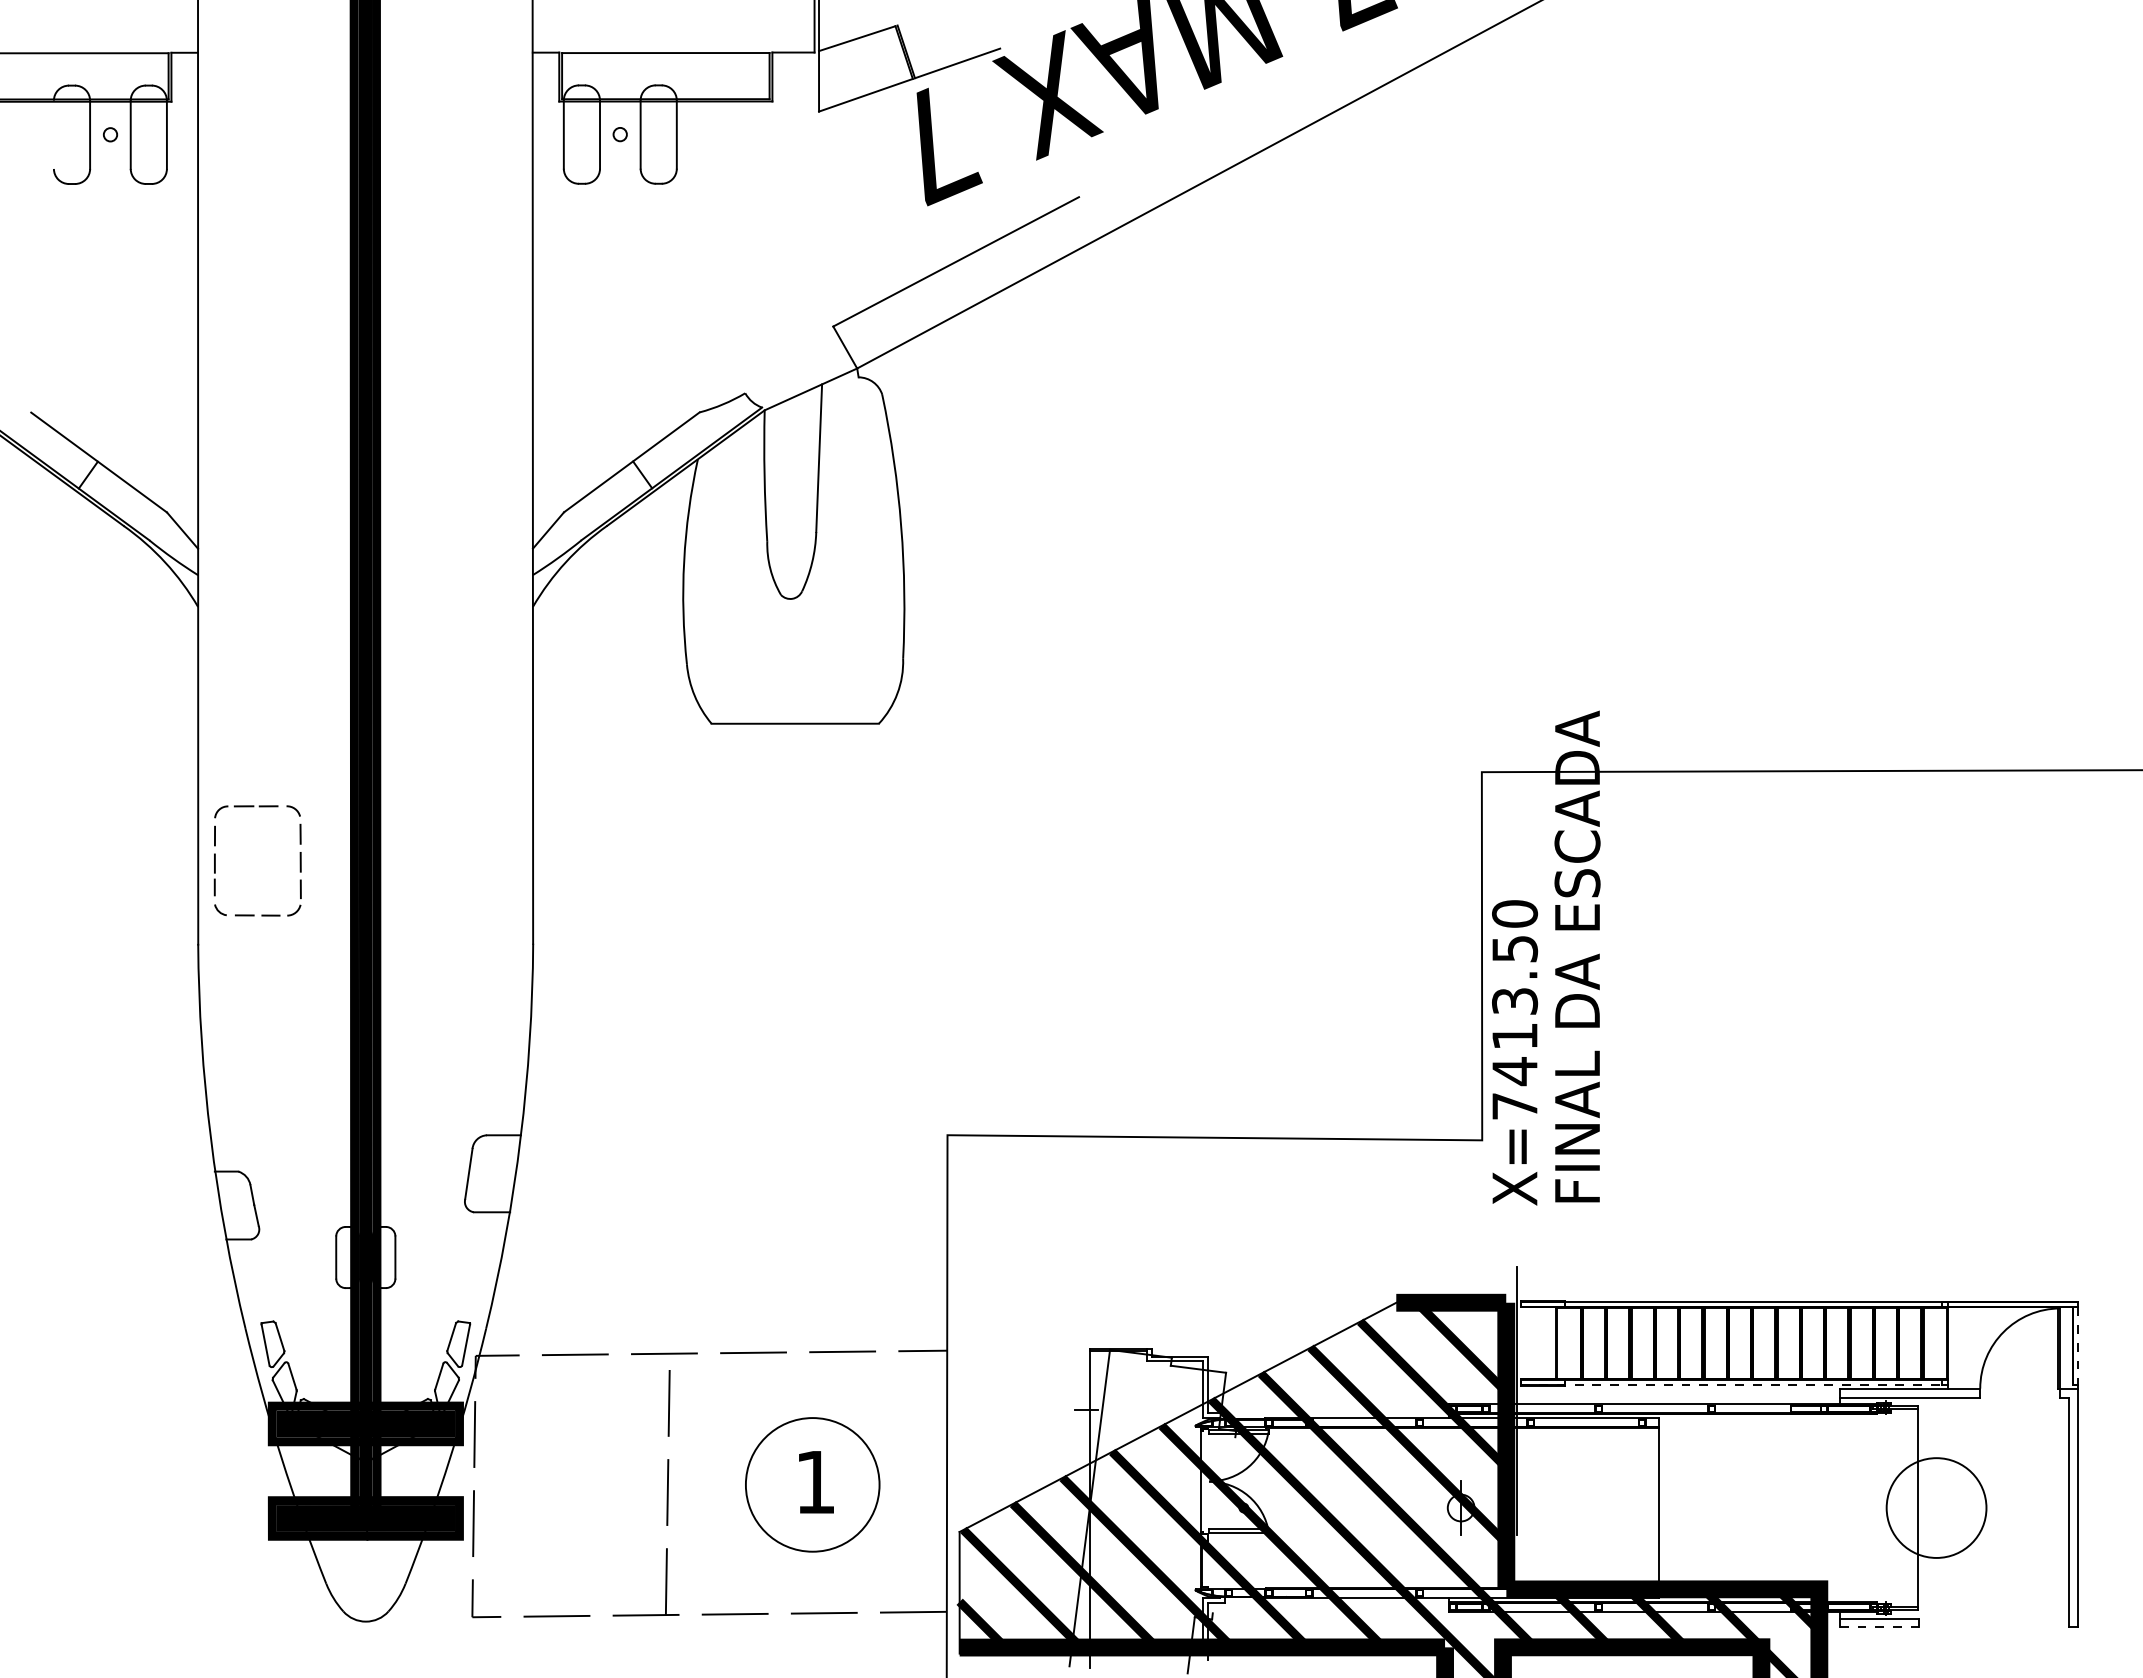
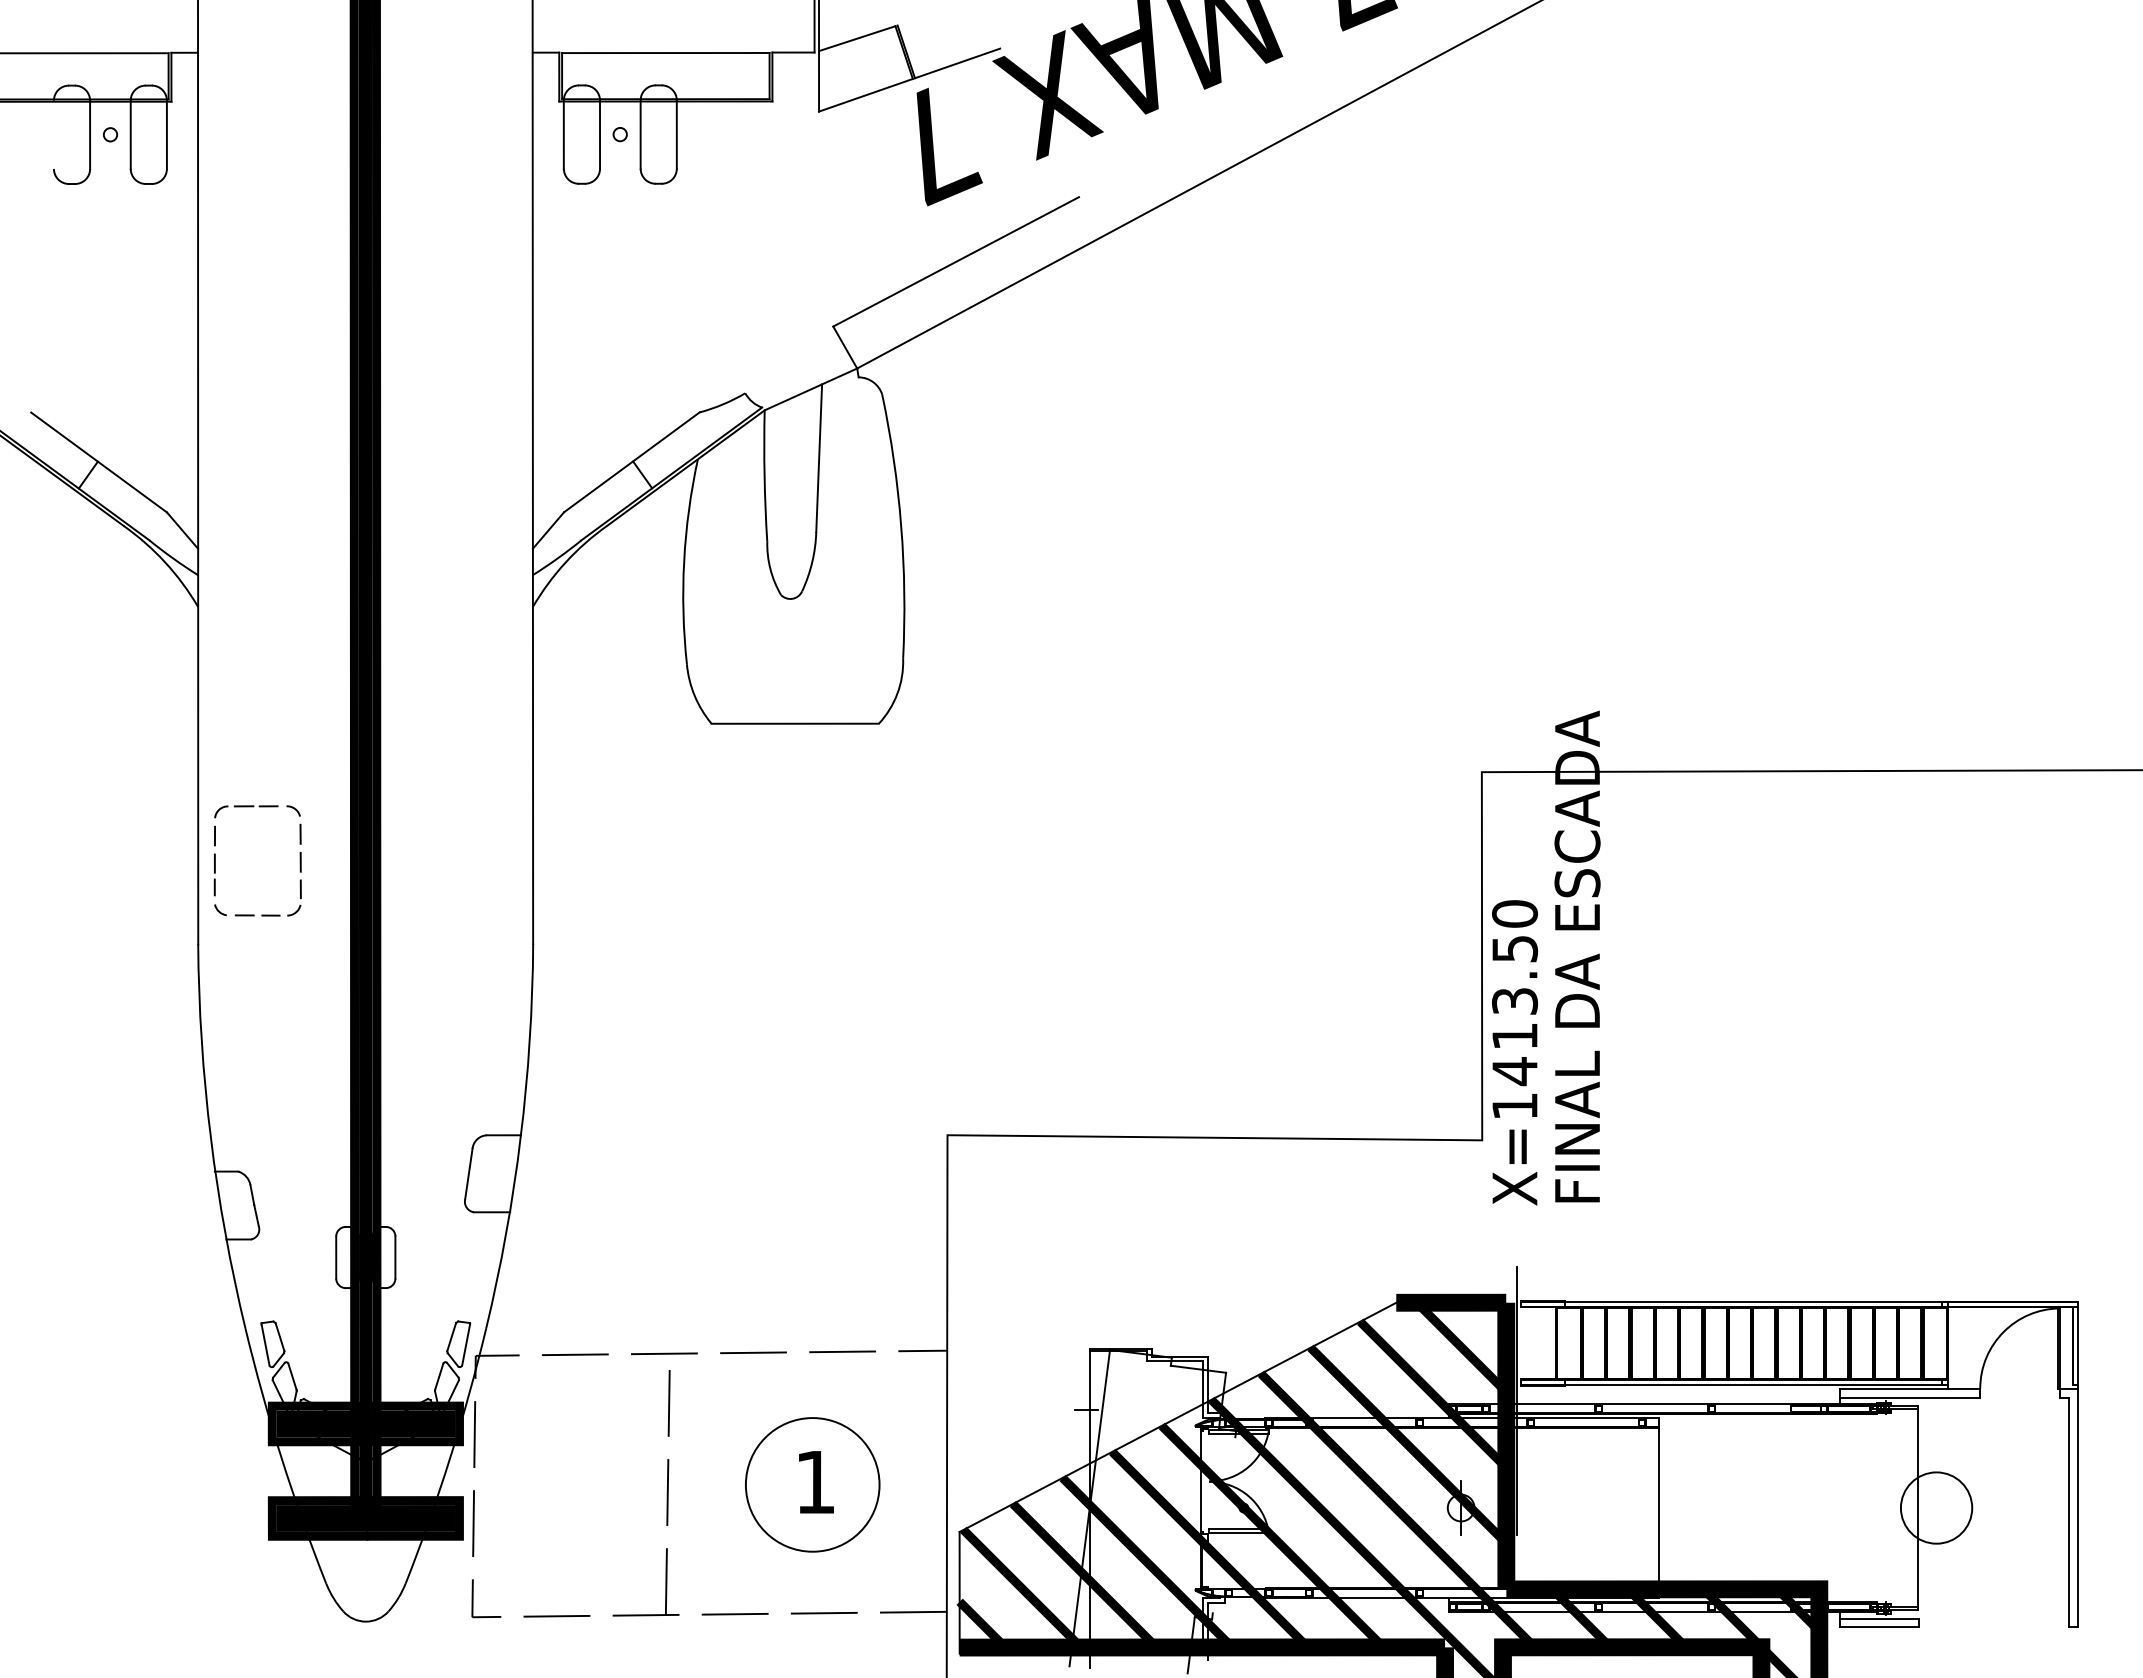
text at (1514, 1106): X=7413.50 -> X=1413.50
line at (2078, 1345): dashed -> solid
line at (1734, 1384): dashed -> solid
circle at (1936, 1507) diameter: 100 px -> 71 px
line at (1879, 1627): dashed -> solid
